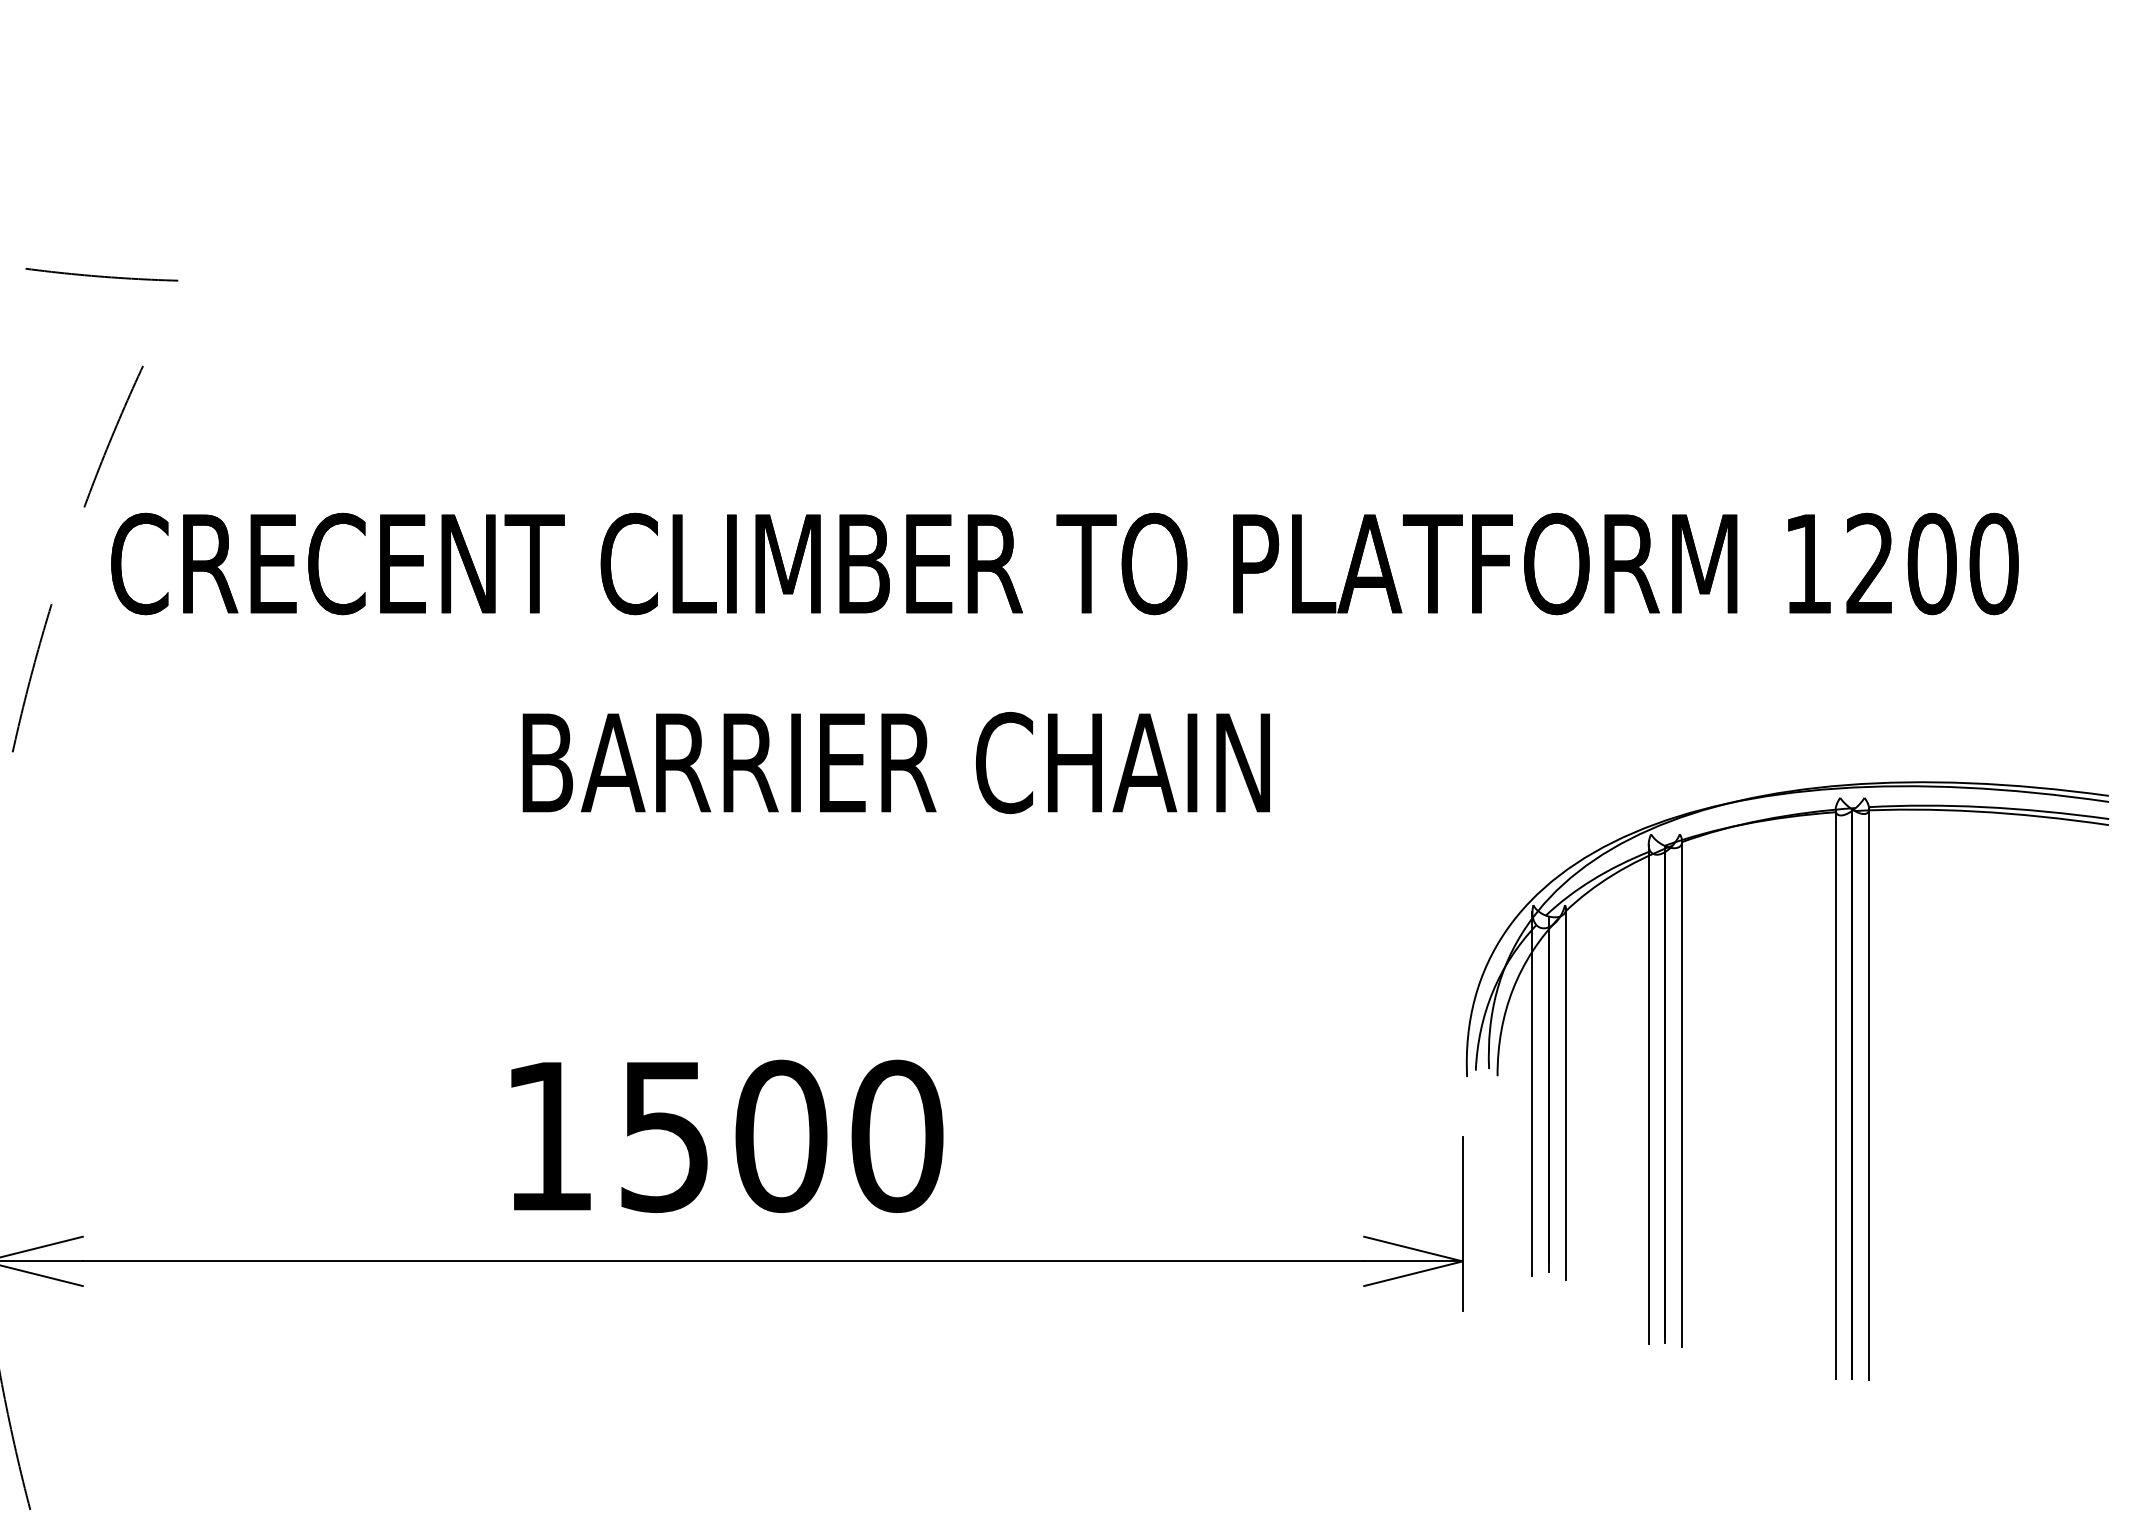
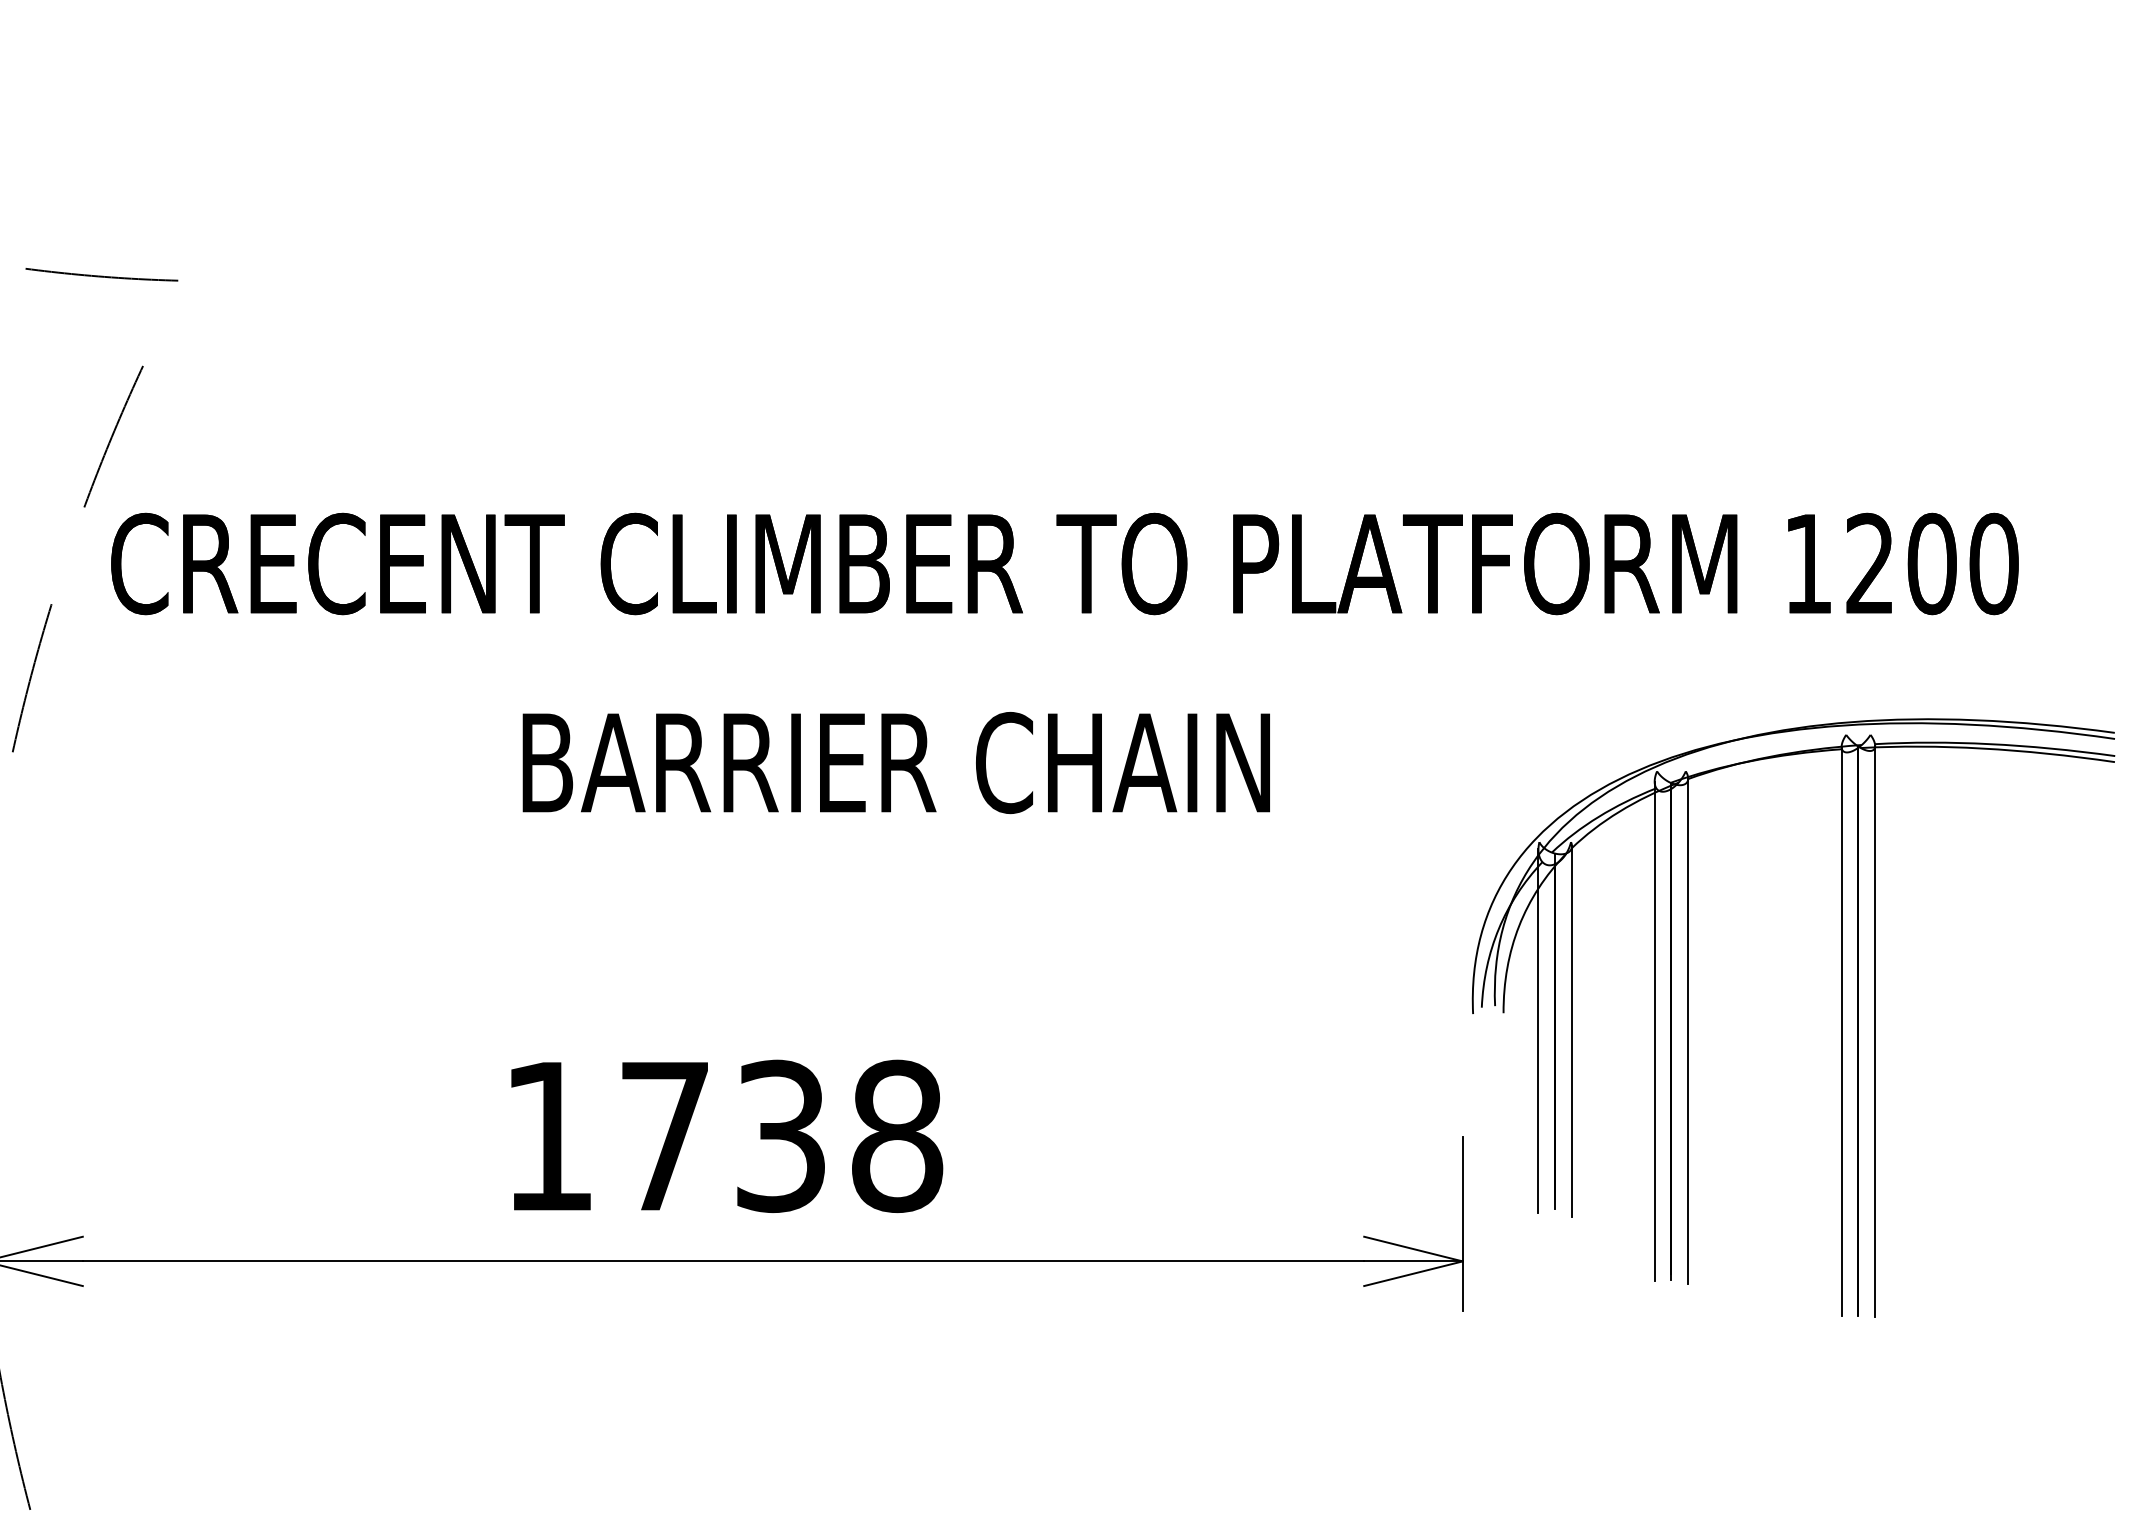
part at (1835, 1080) position: (1835, 1080) -> (1841, 1017)
text at (782, 1136): 1500 -> 1738
